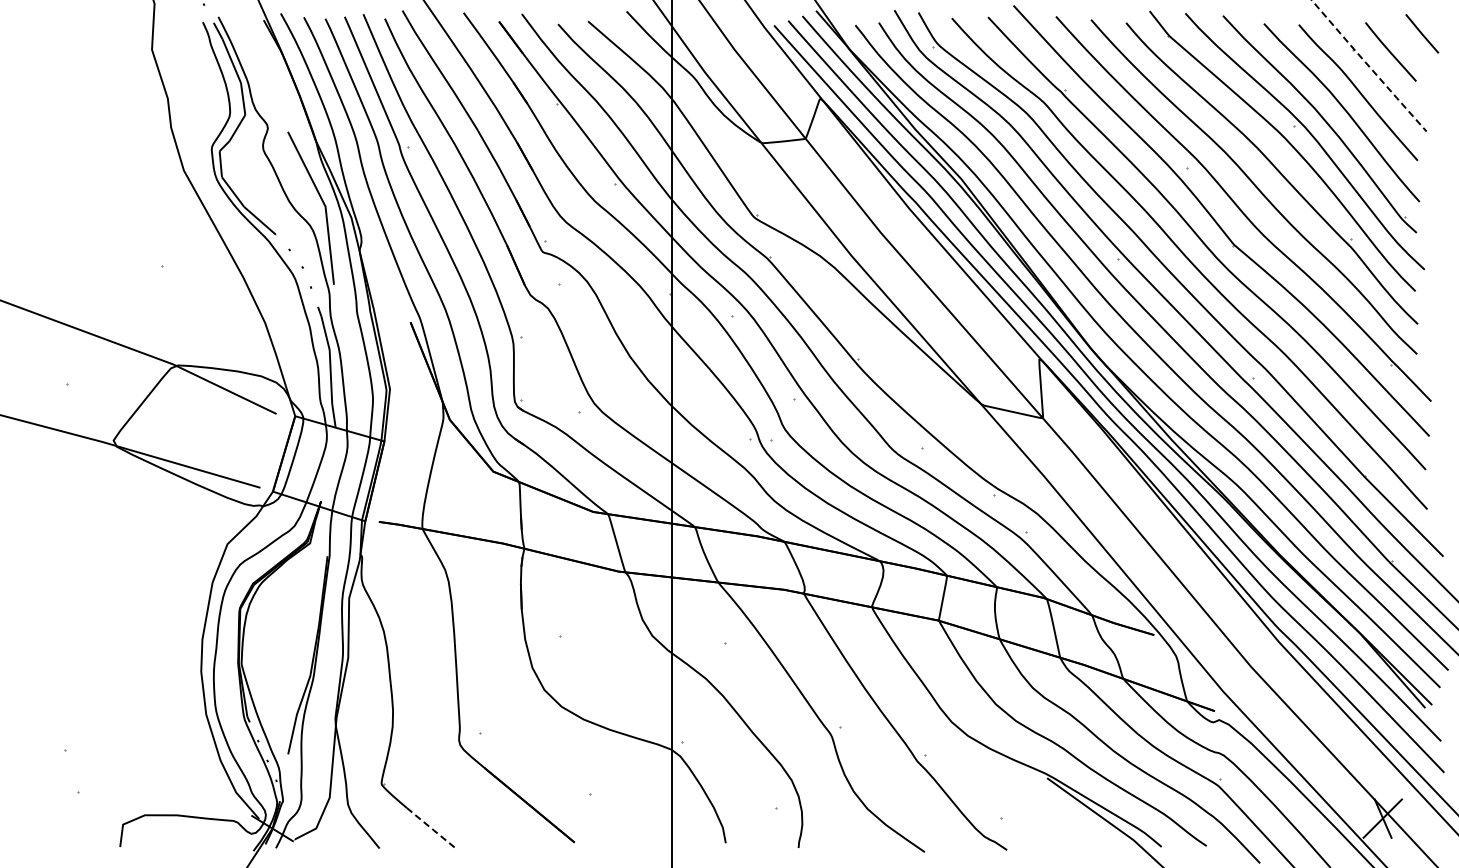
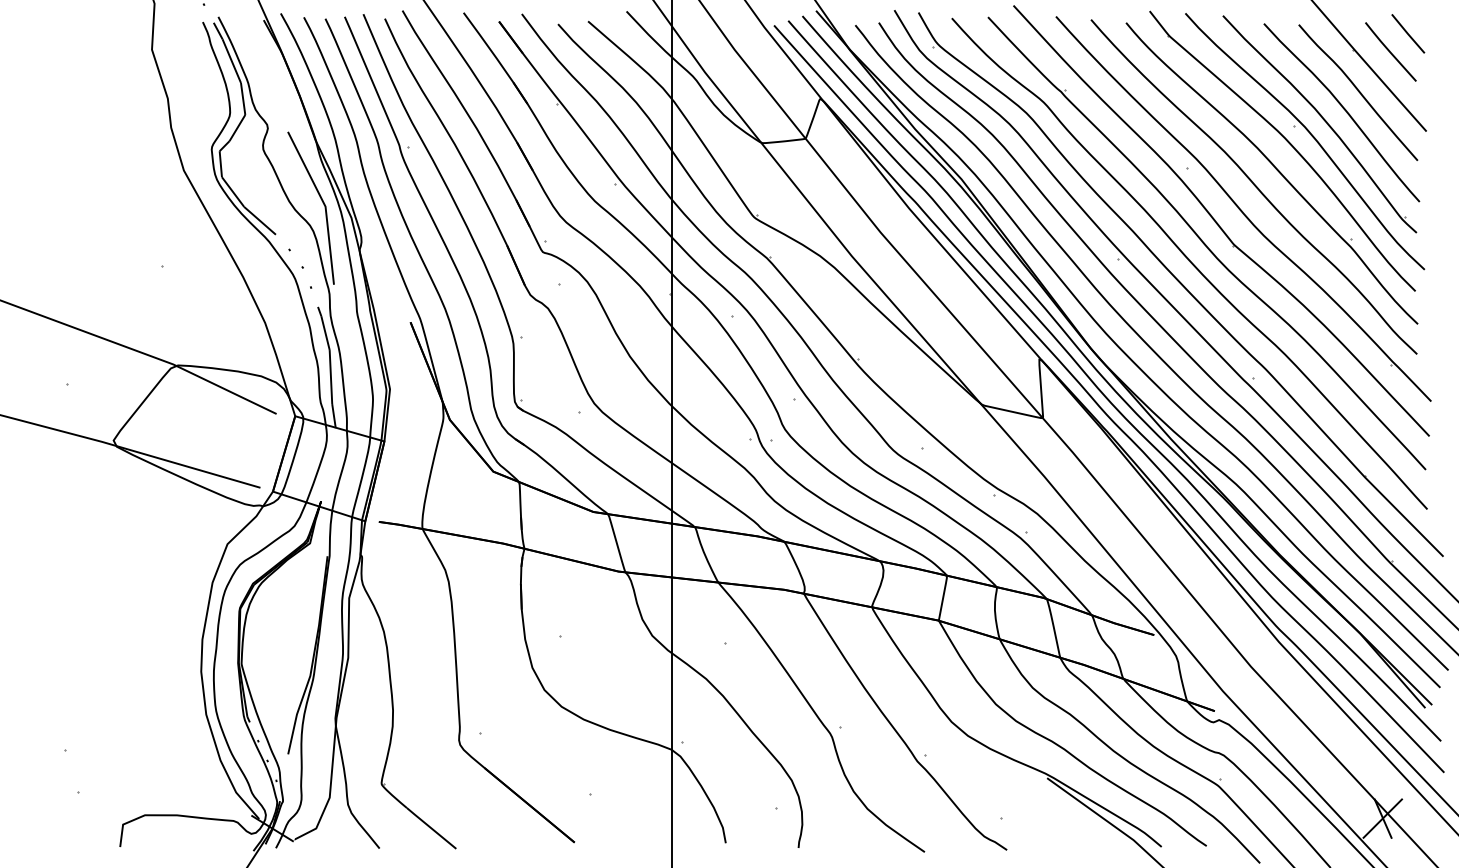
line at (1422, 33) position: (1422, 33) -> (1408, 33)
line at (1369, 66): dashed -> solid
line at (431, 828): dashed -> solid
